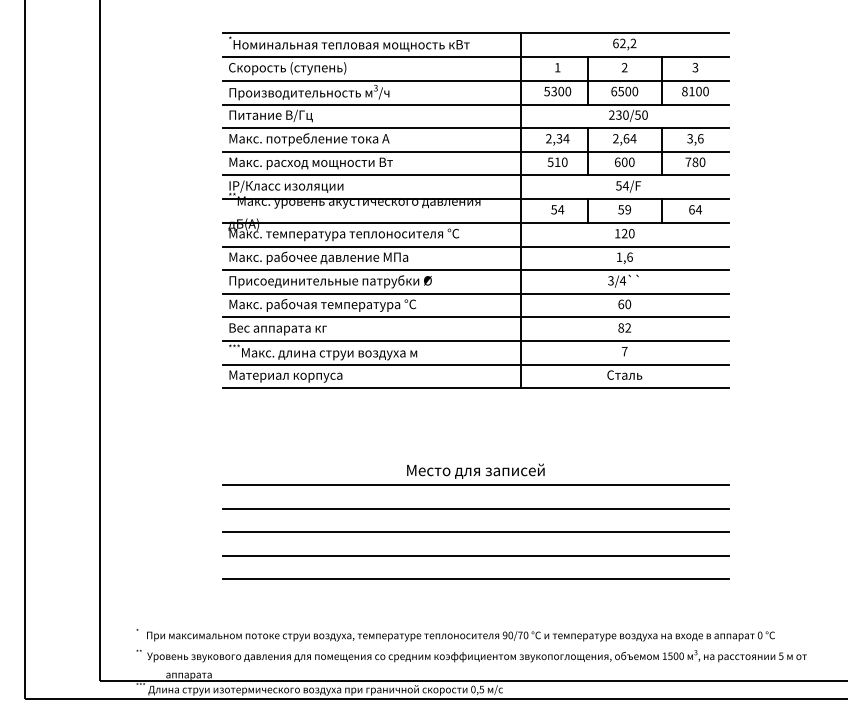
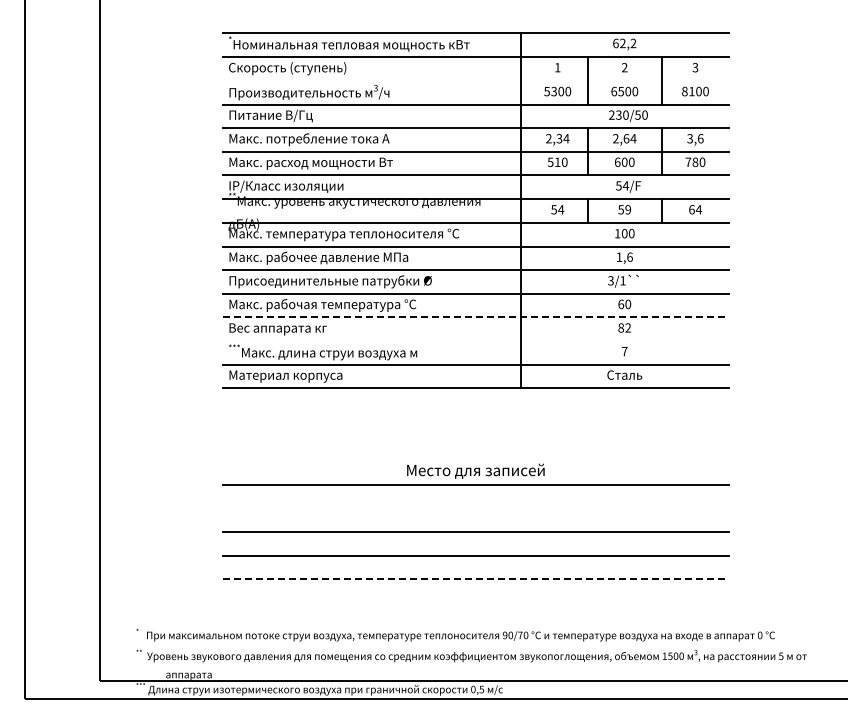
line at (475, 81): present -> none
text at (624, 233): 120 -> 100
text at (622, 280): 3/4`` -> 3/1``
line at (476, 317): solid -> dashed
line at (475, 341): present -> none
line at (475, 508): present -> none
line at (476, 579): solid -> dashed
